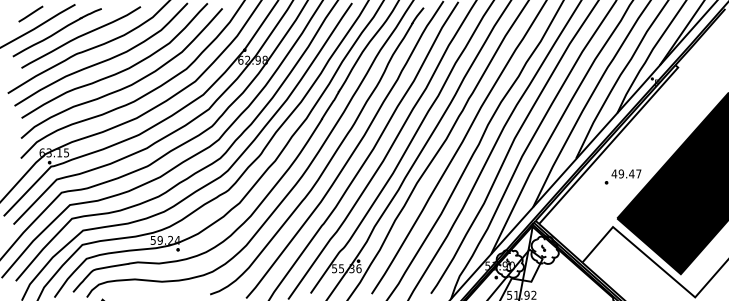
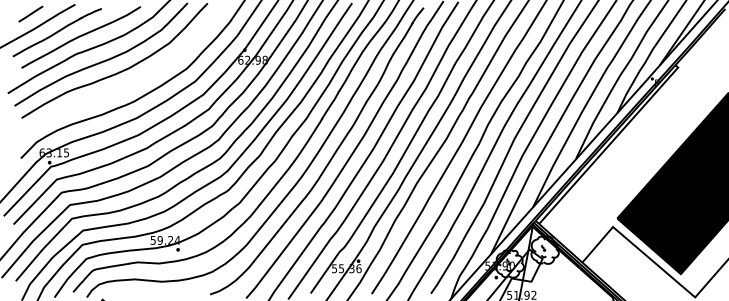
curve at (127, 85): present -> none
part at (622, 176): present -> none
